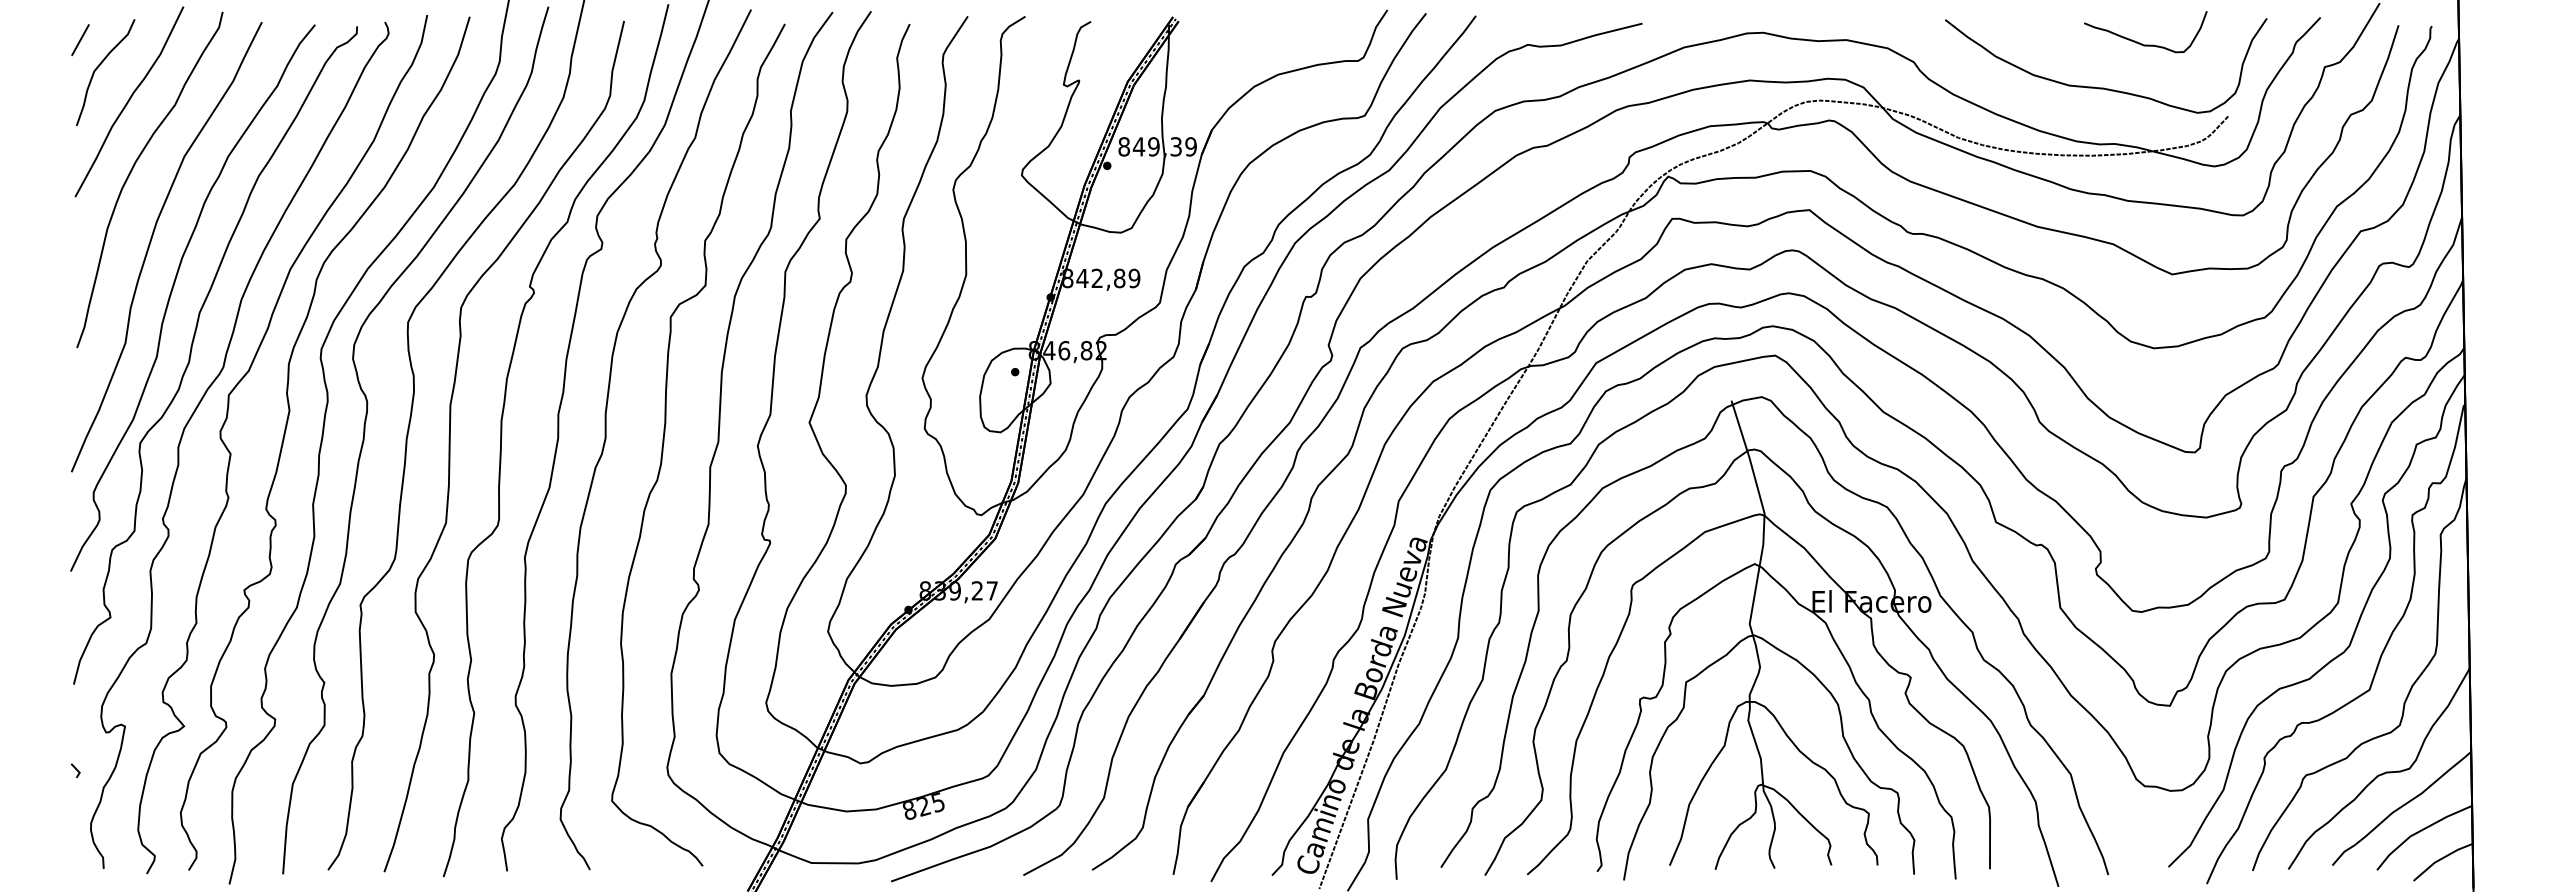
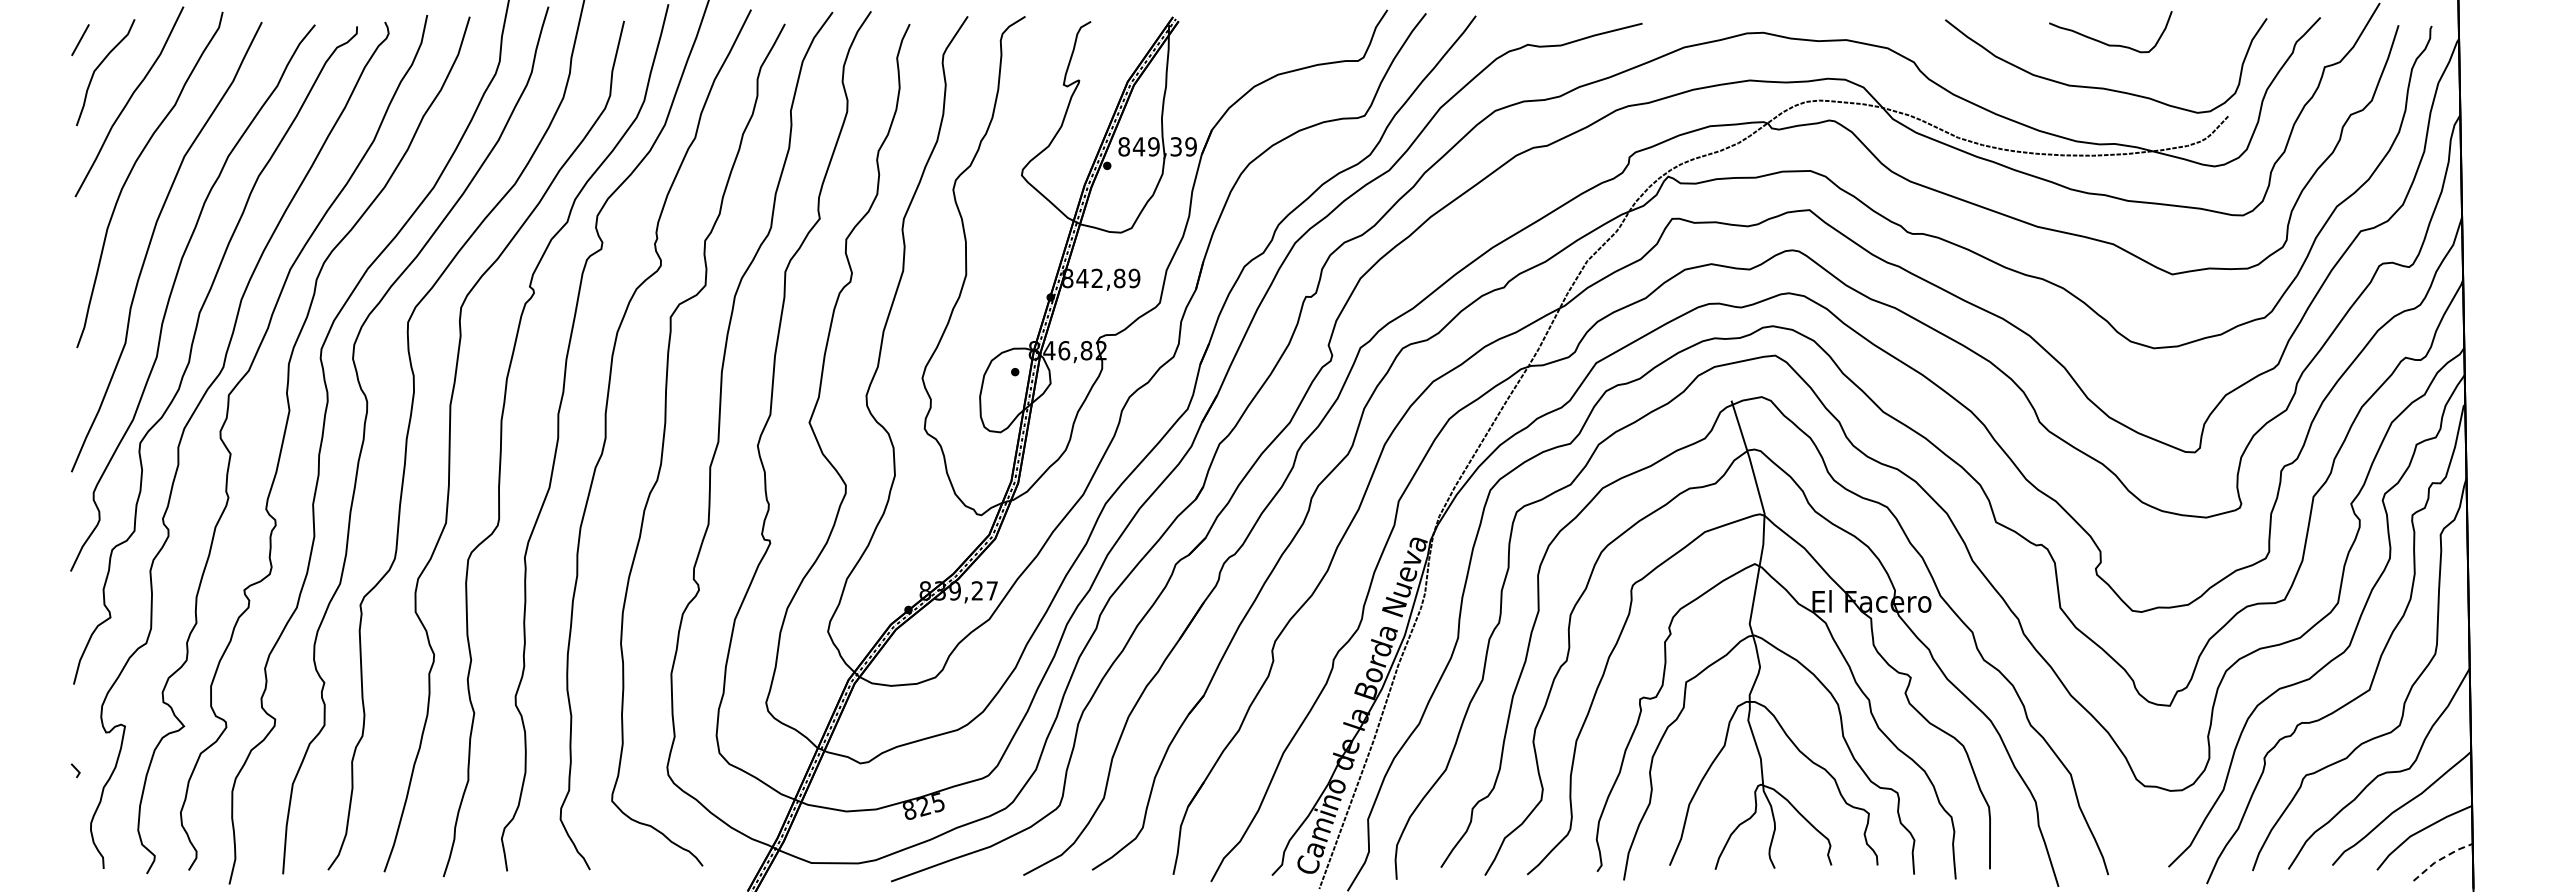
curve at (2142, 43) position: (2142, 43) -> (2107, 43)
line at (2441, 858): solid -> dashed
